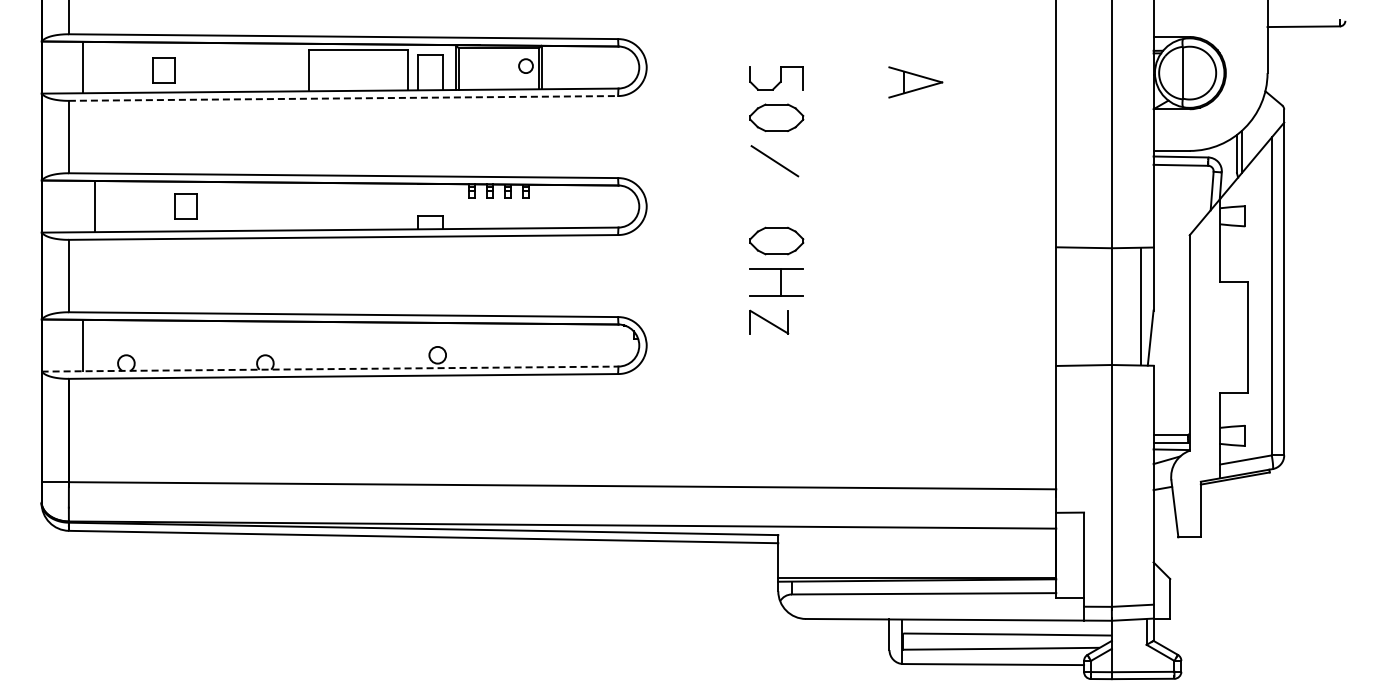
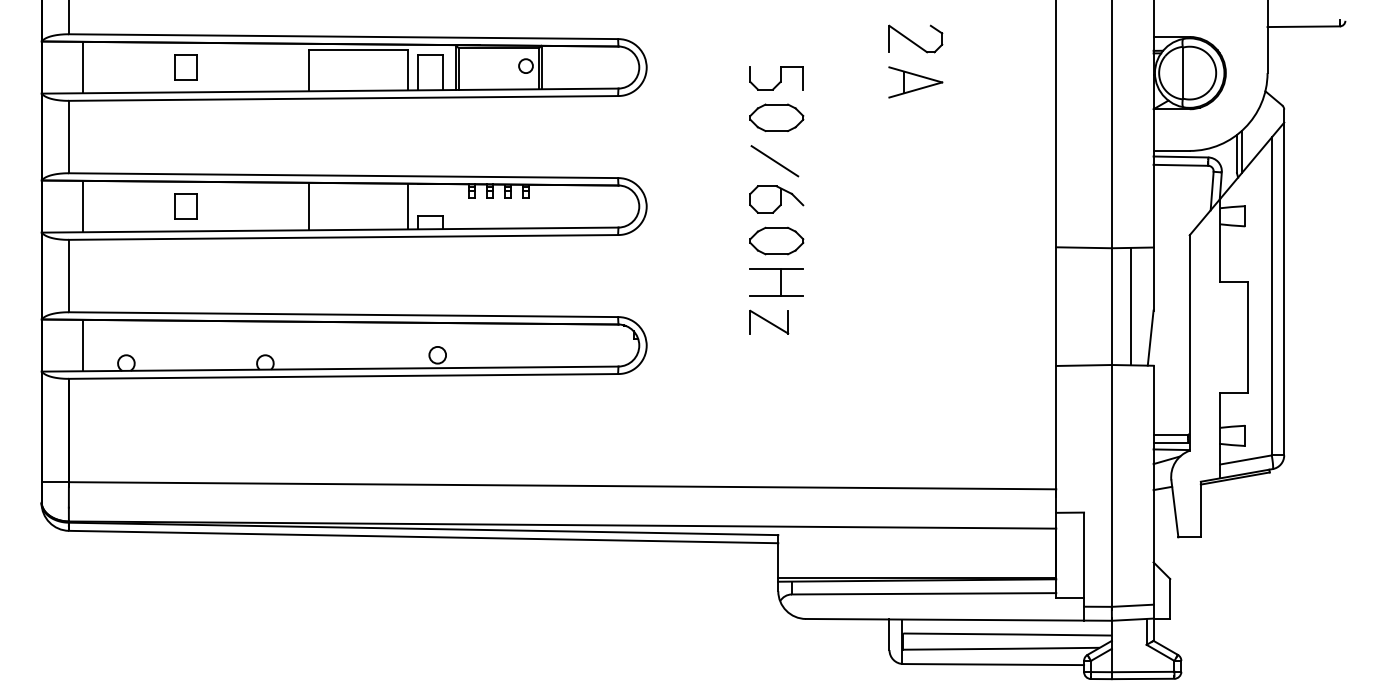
part at (915, 38): none -> present
part at (163, 70) position: (163, 70) -> (185, 67)
line at (343, 98): dashed -> solid
part at (776, 199): none -> present
line at (95, 206) position: (95, 206) -> (83, 206)
line at (309, 206): none -> present
line at (407, 206): none -> present
line at (1141, 306) position: (1141, 306) -> (1131, 306)
line at (330, 369): dashed -> solid
